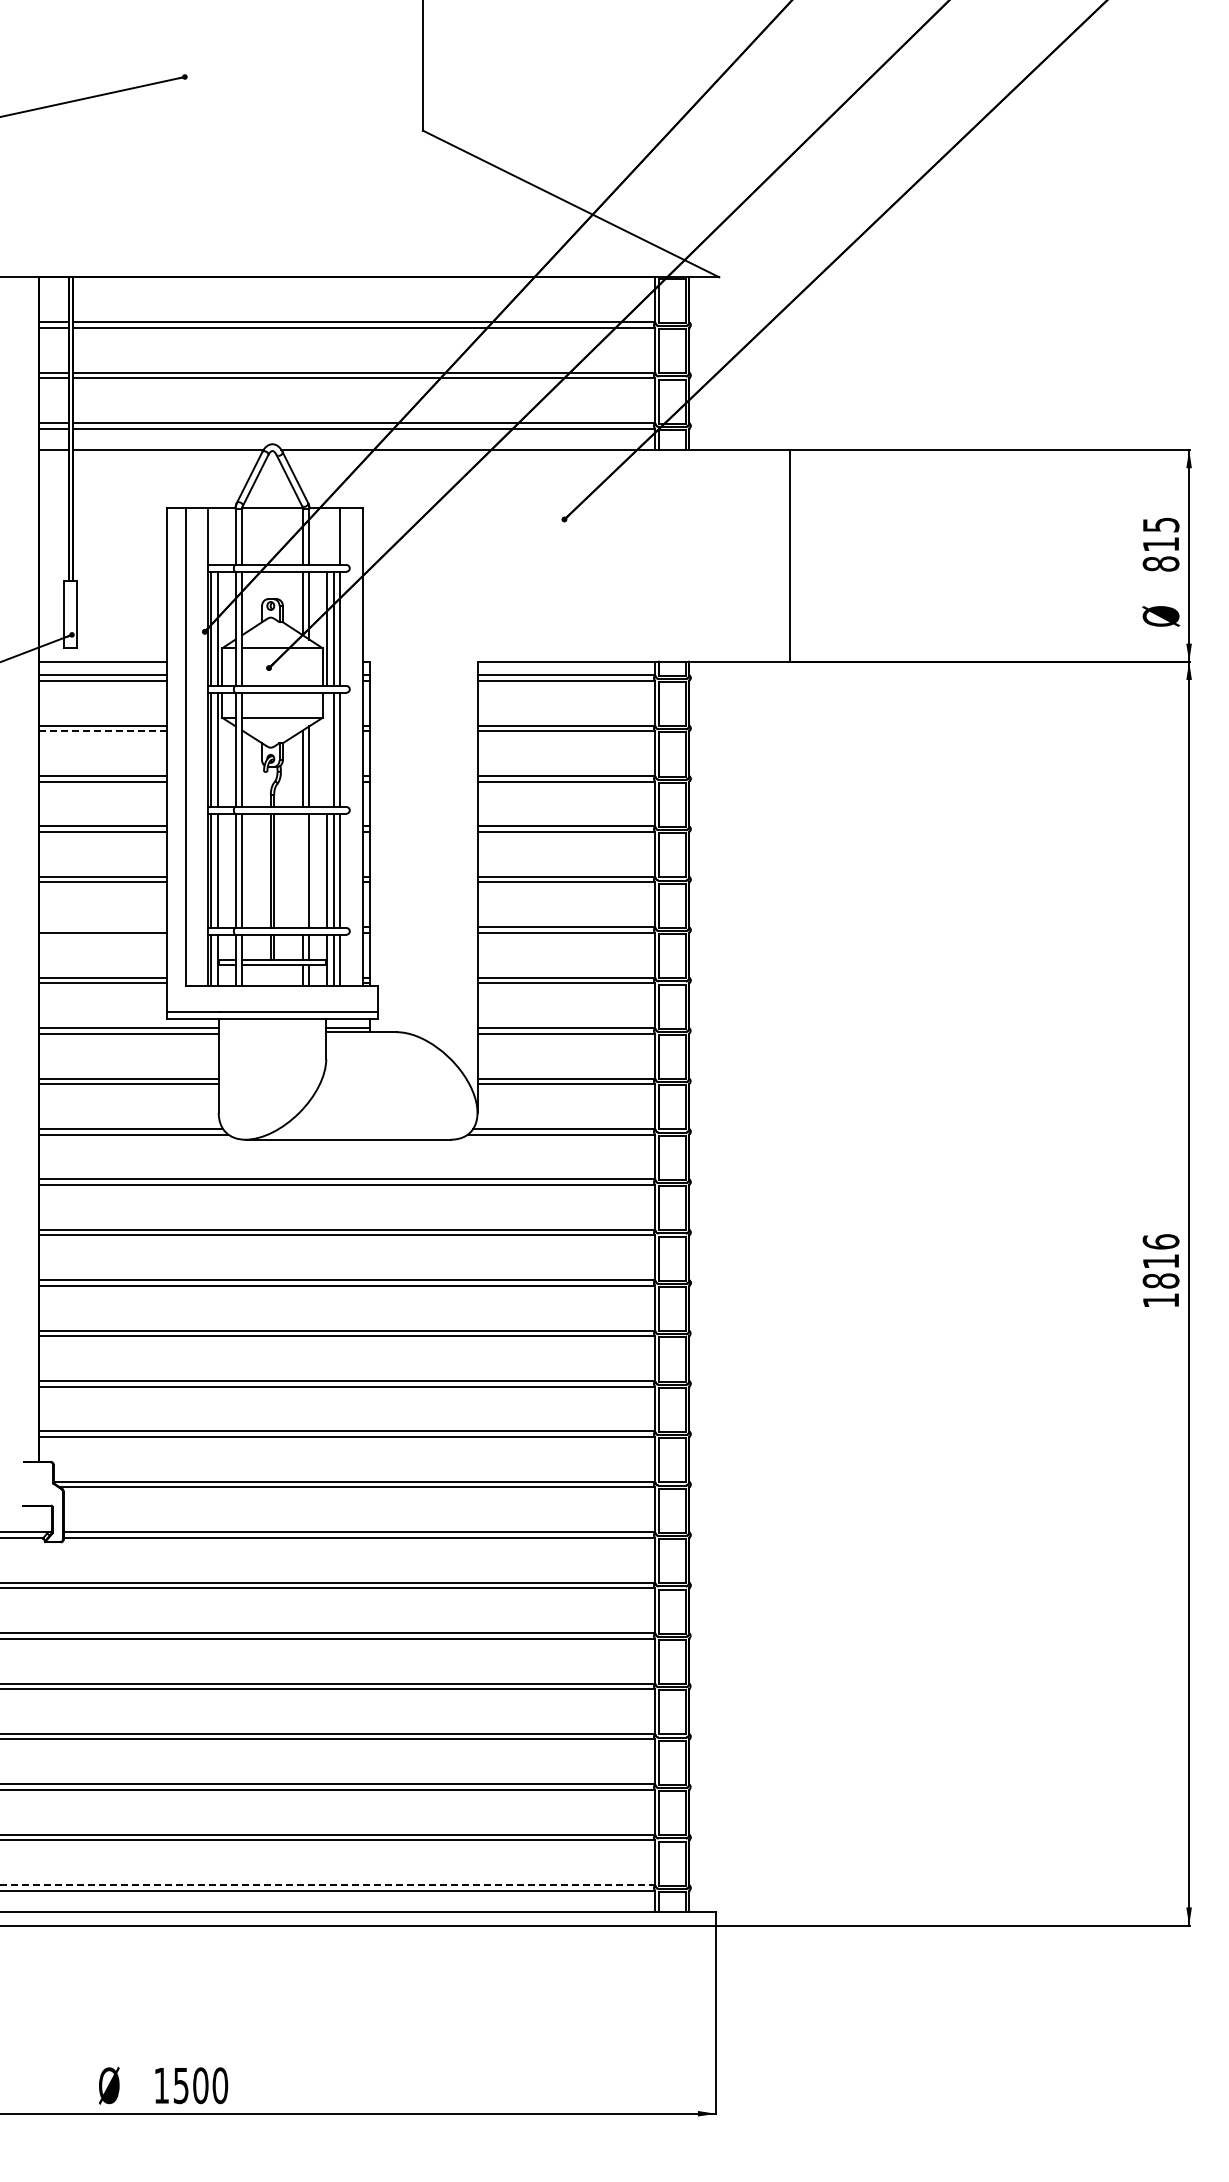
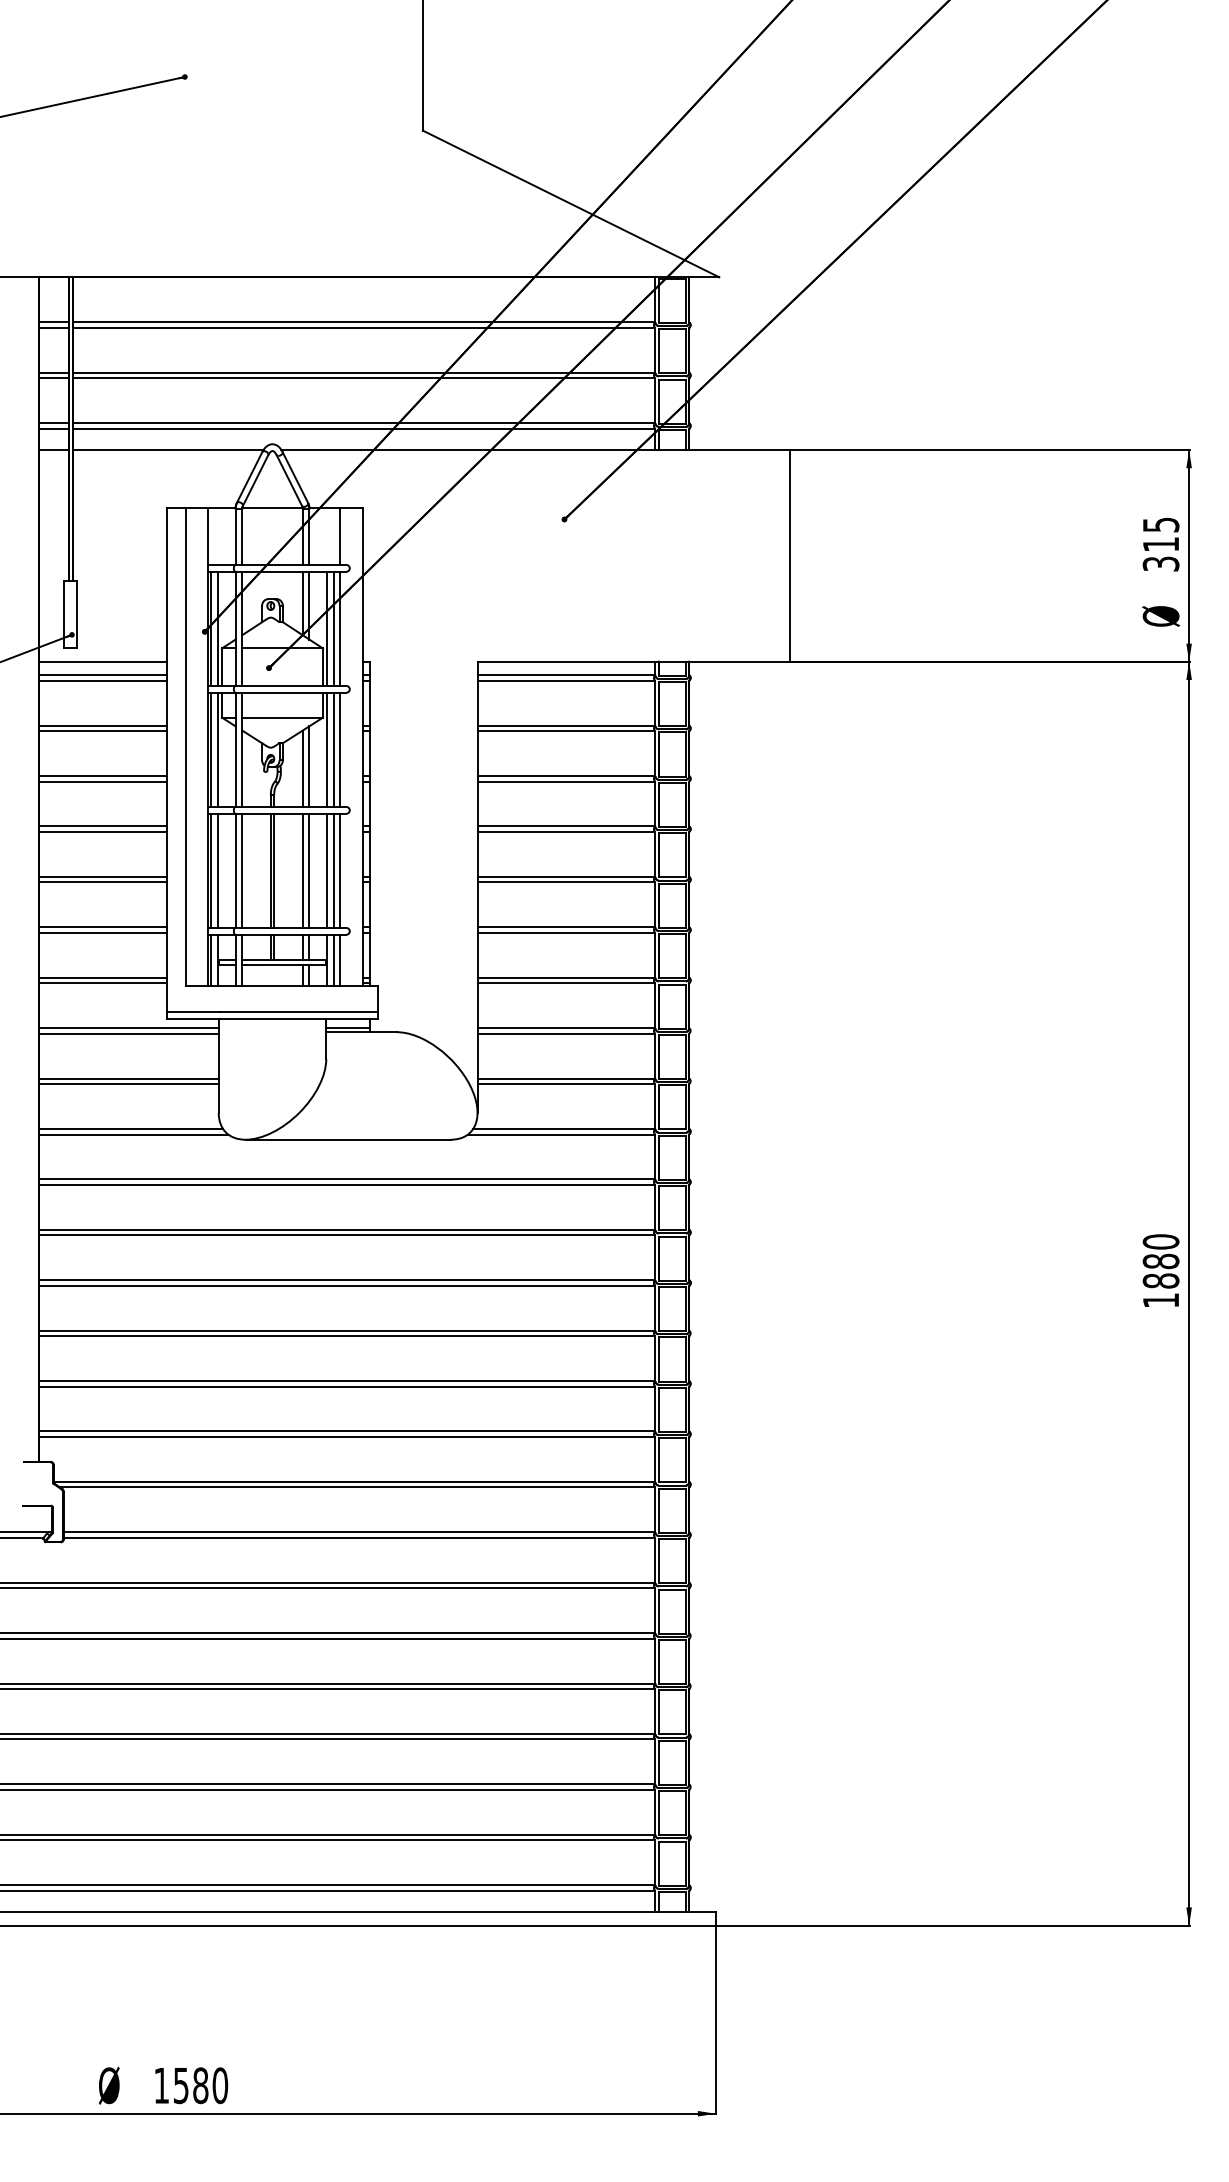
text at (1160, 563): 815 -> 315
line at (102, 731): dashed -> solid
line at (327, 749): none -> present
line at (302, 870): none -> present
line at (102, 927): none -> present
text at (1160, 1251): 1816 -> 1880
line at (327, 1885): dashed -> solid
text at (200, 2085): 1500 -> 1580
